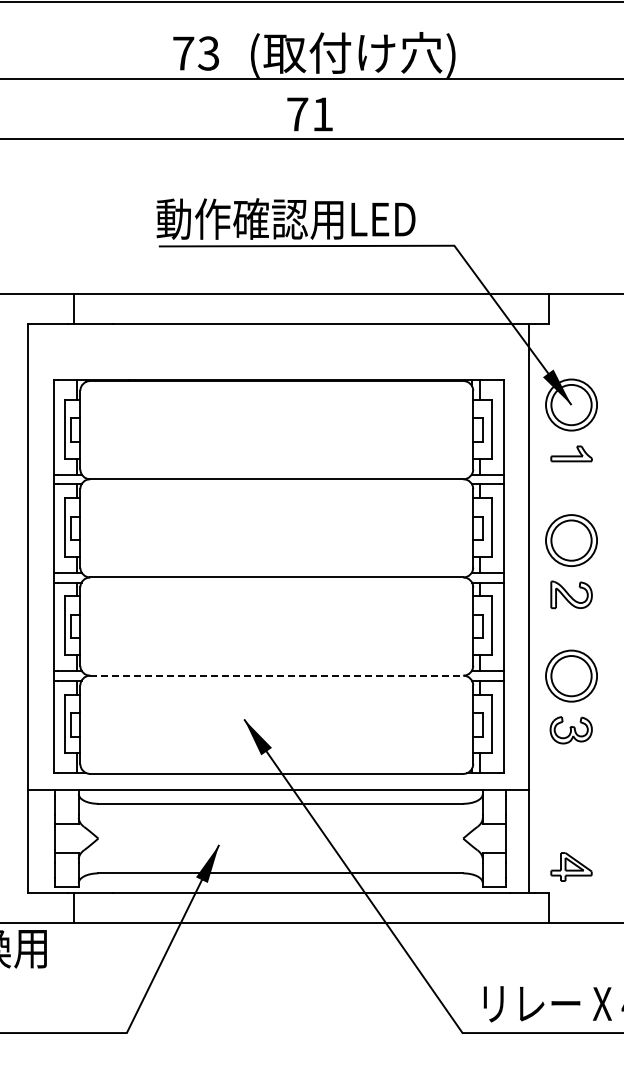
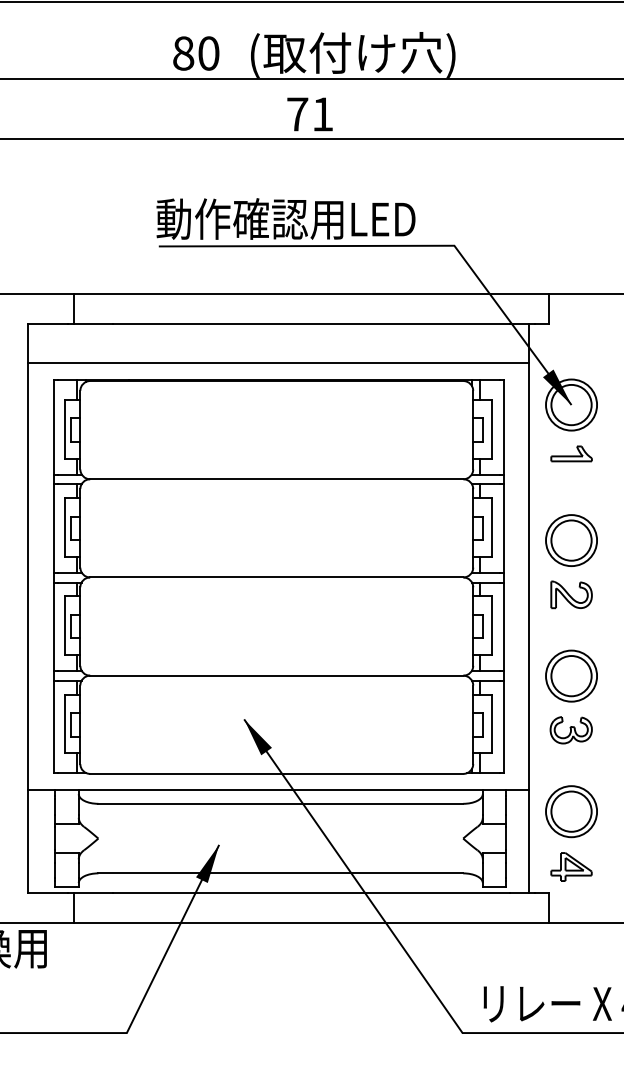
text at (196, 53): 73 -> 80
line at (278, 362): none -> present
line at (276, 675): dashed -> solid
part at (571, 811): none -> present
